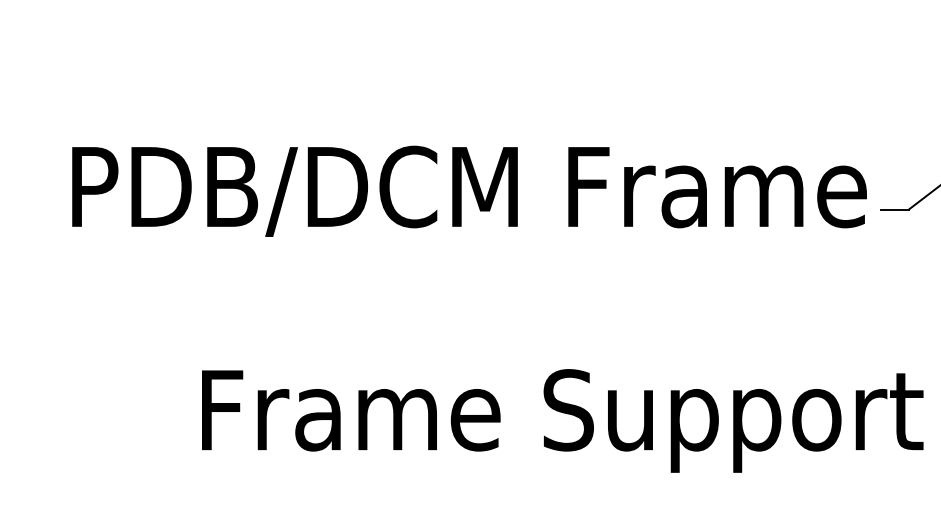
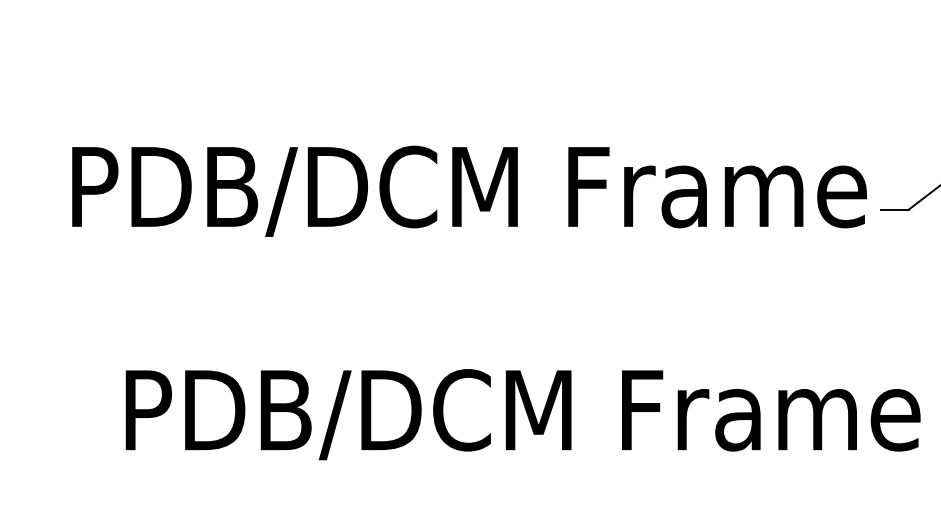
text at (524, 420): Frame Support -> PDB/DCM Frame
